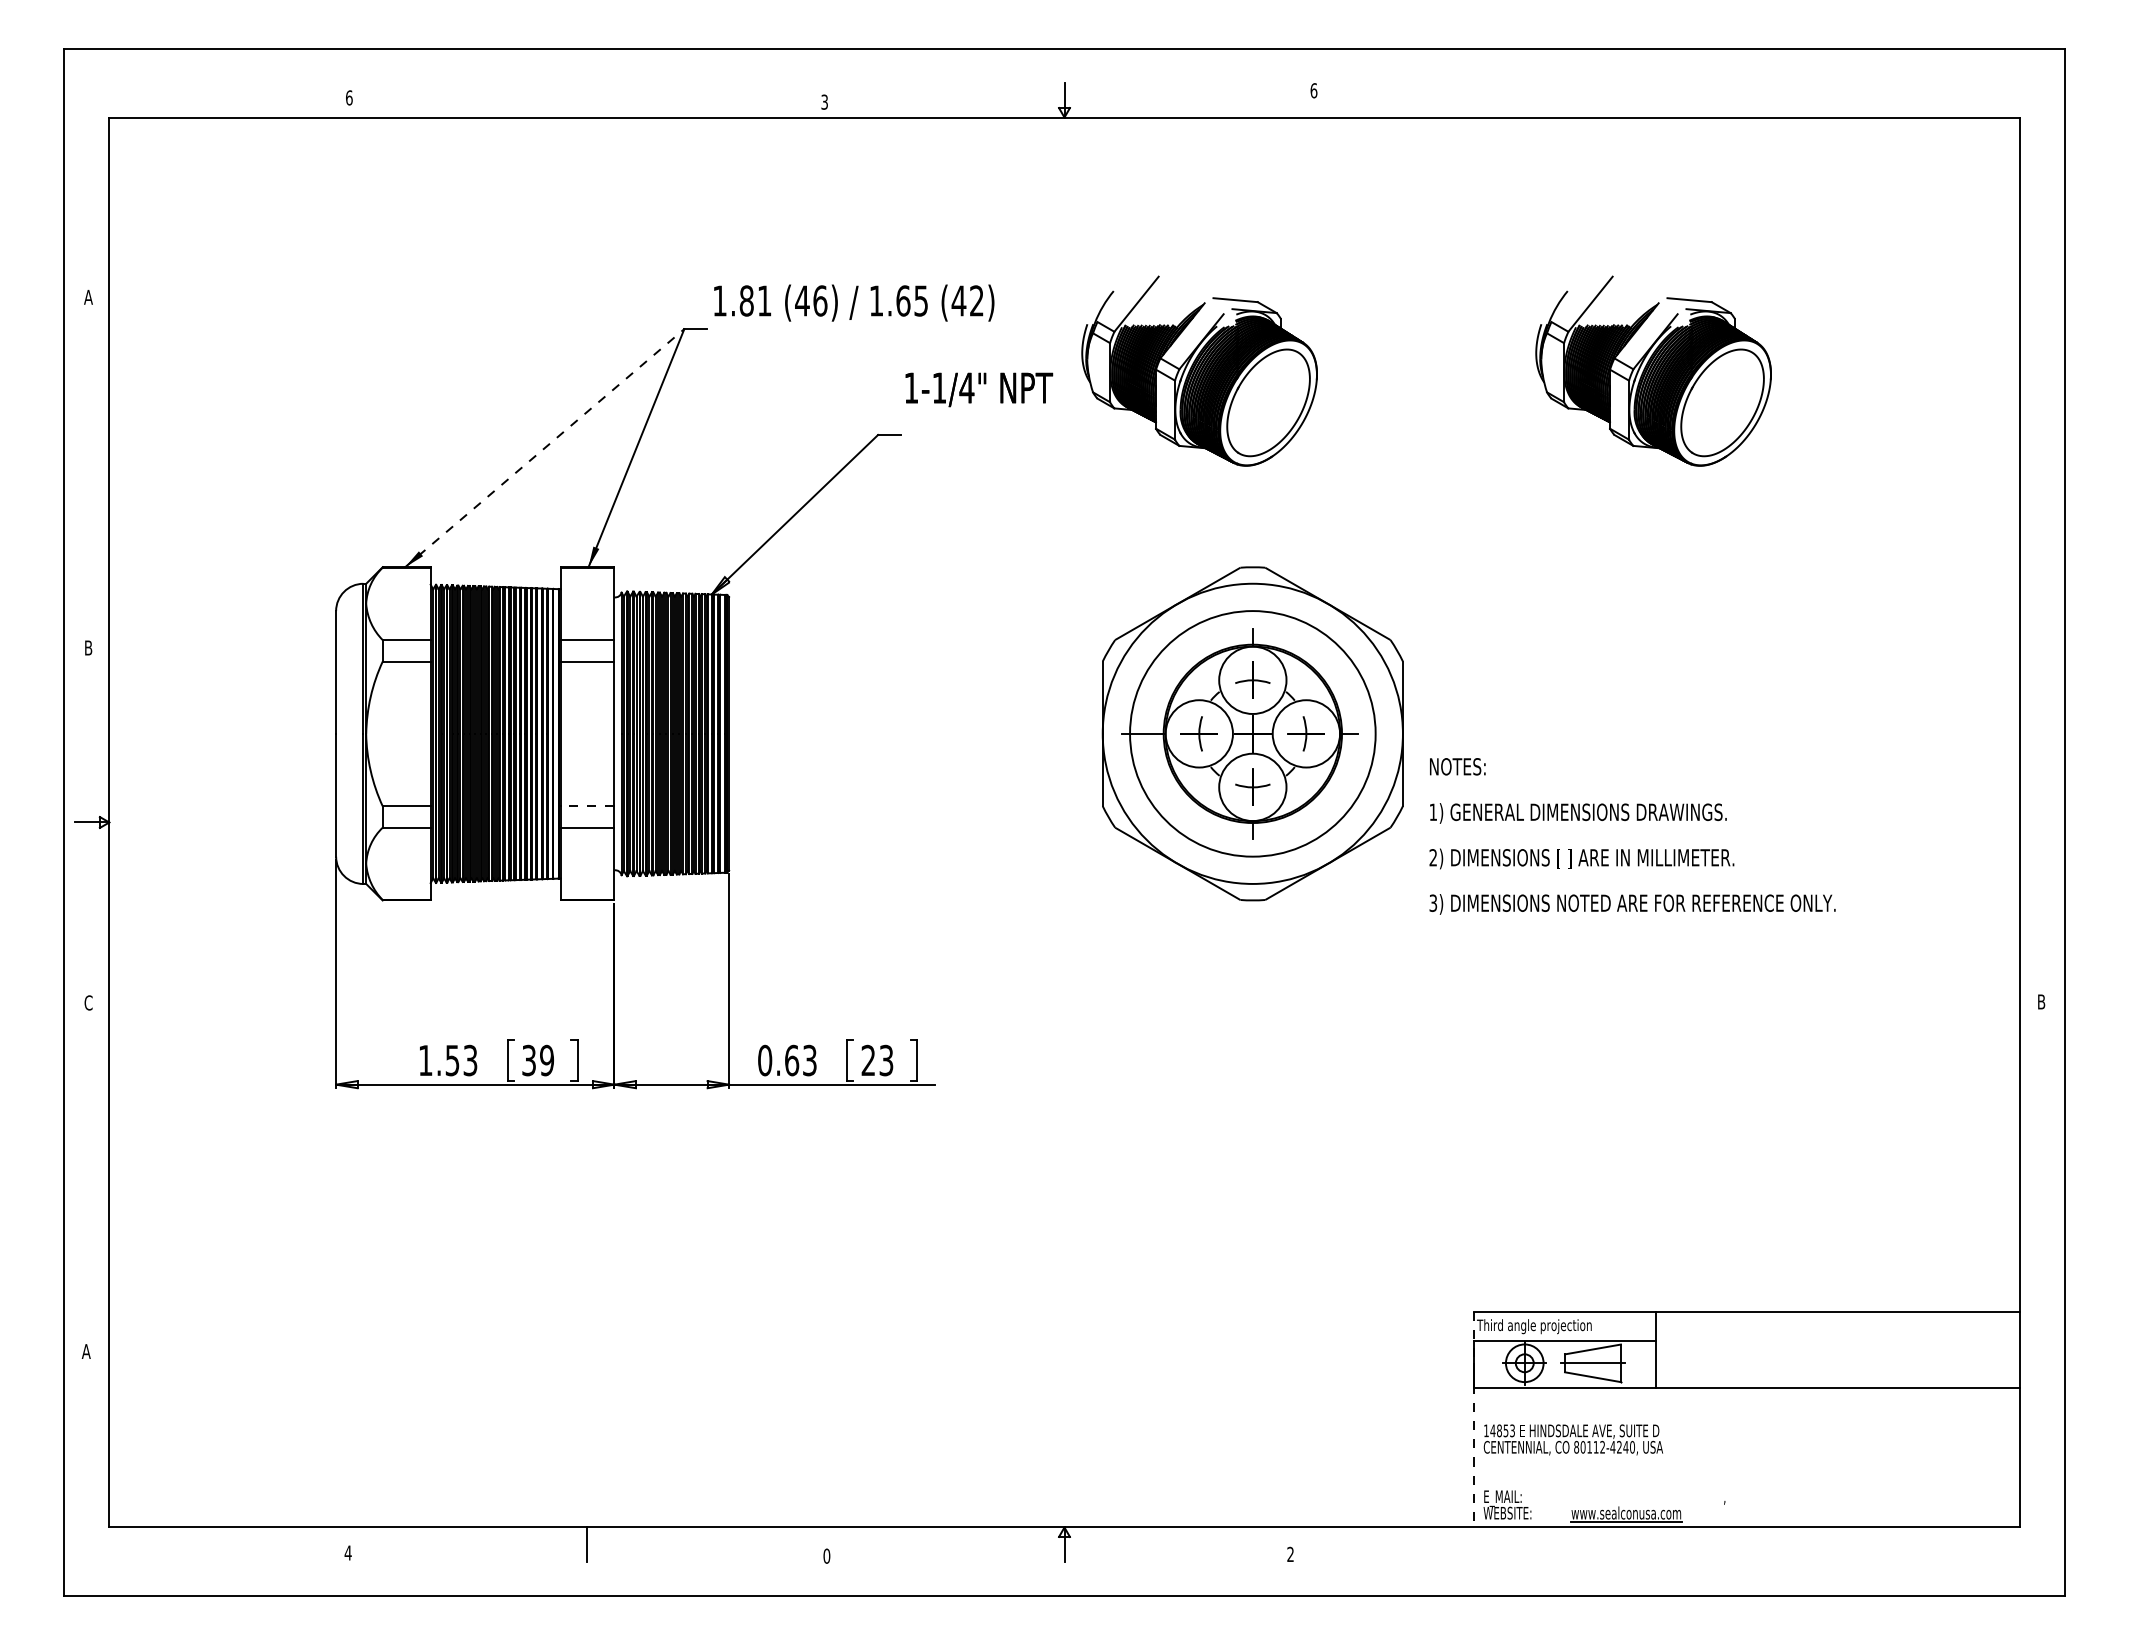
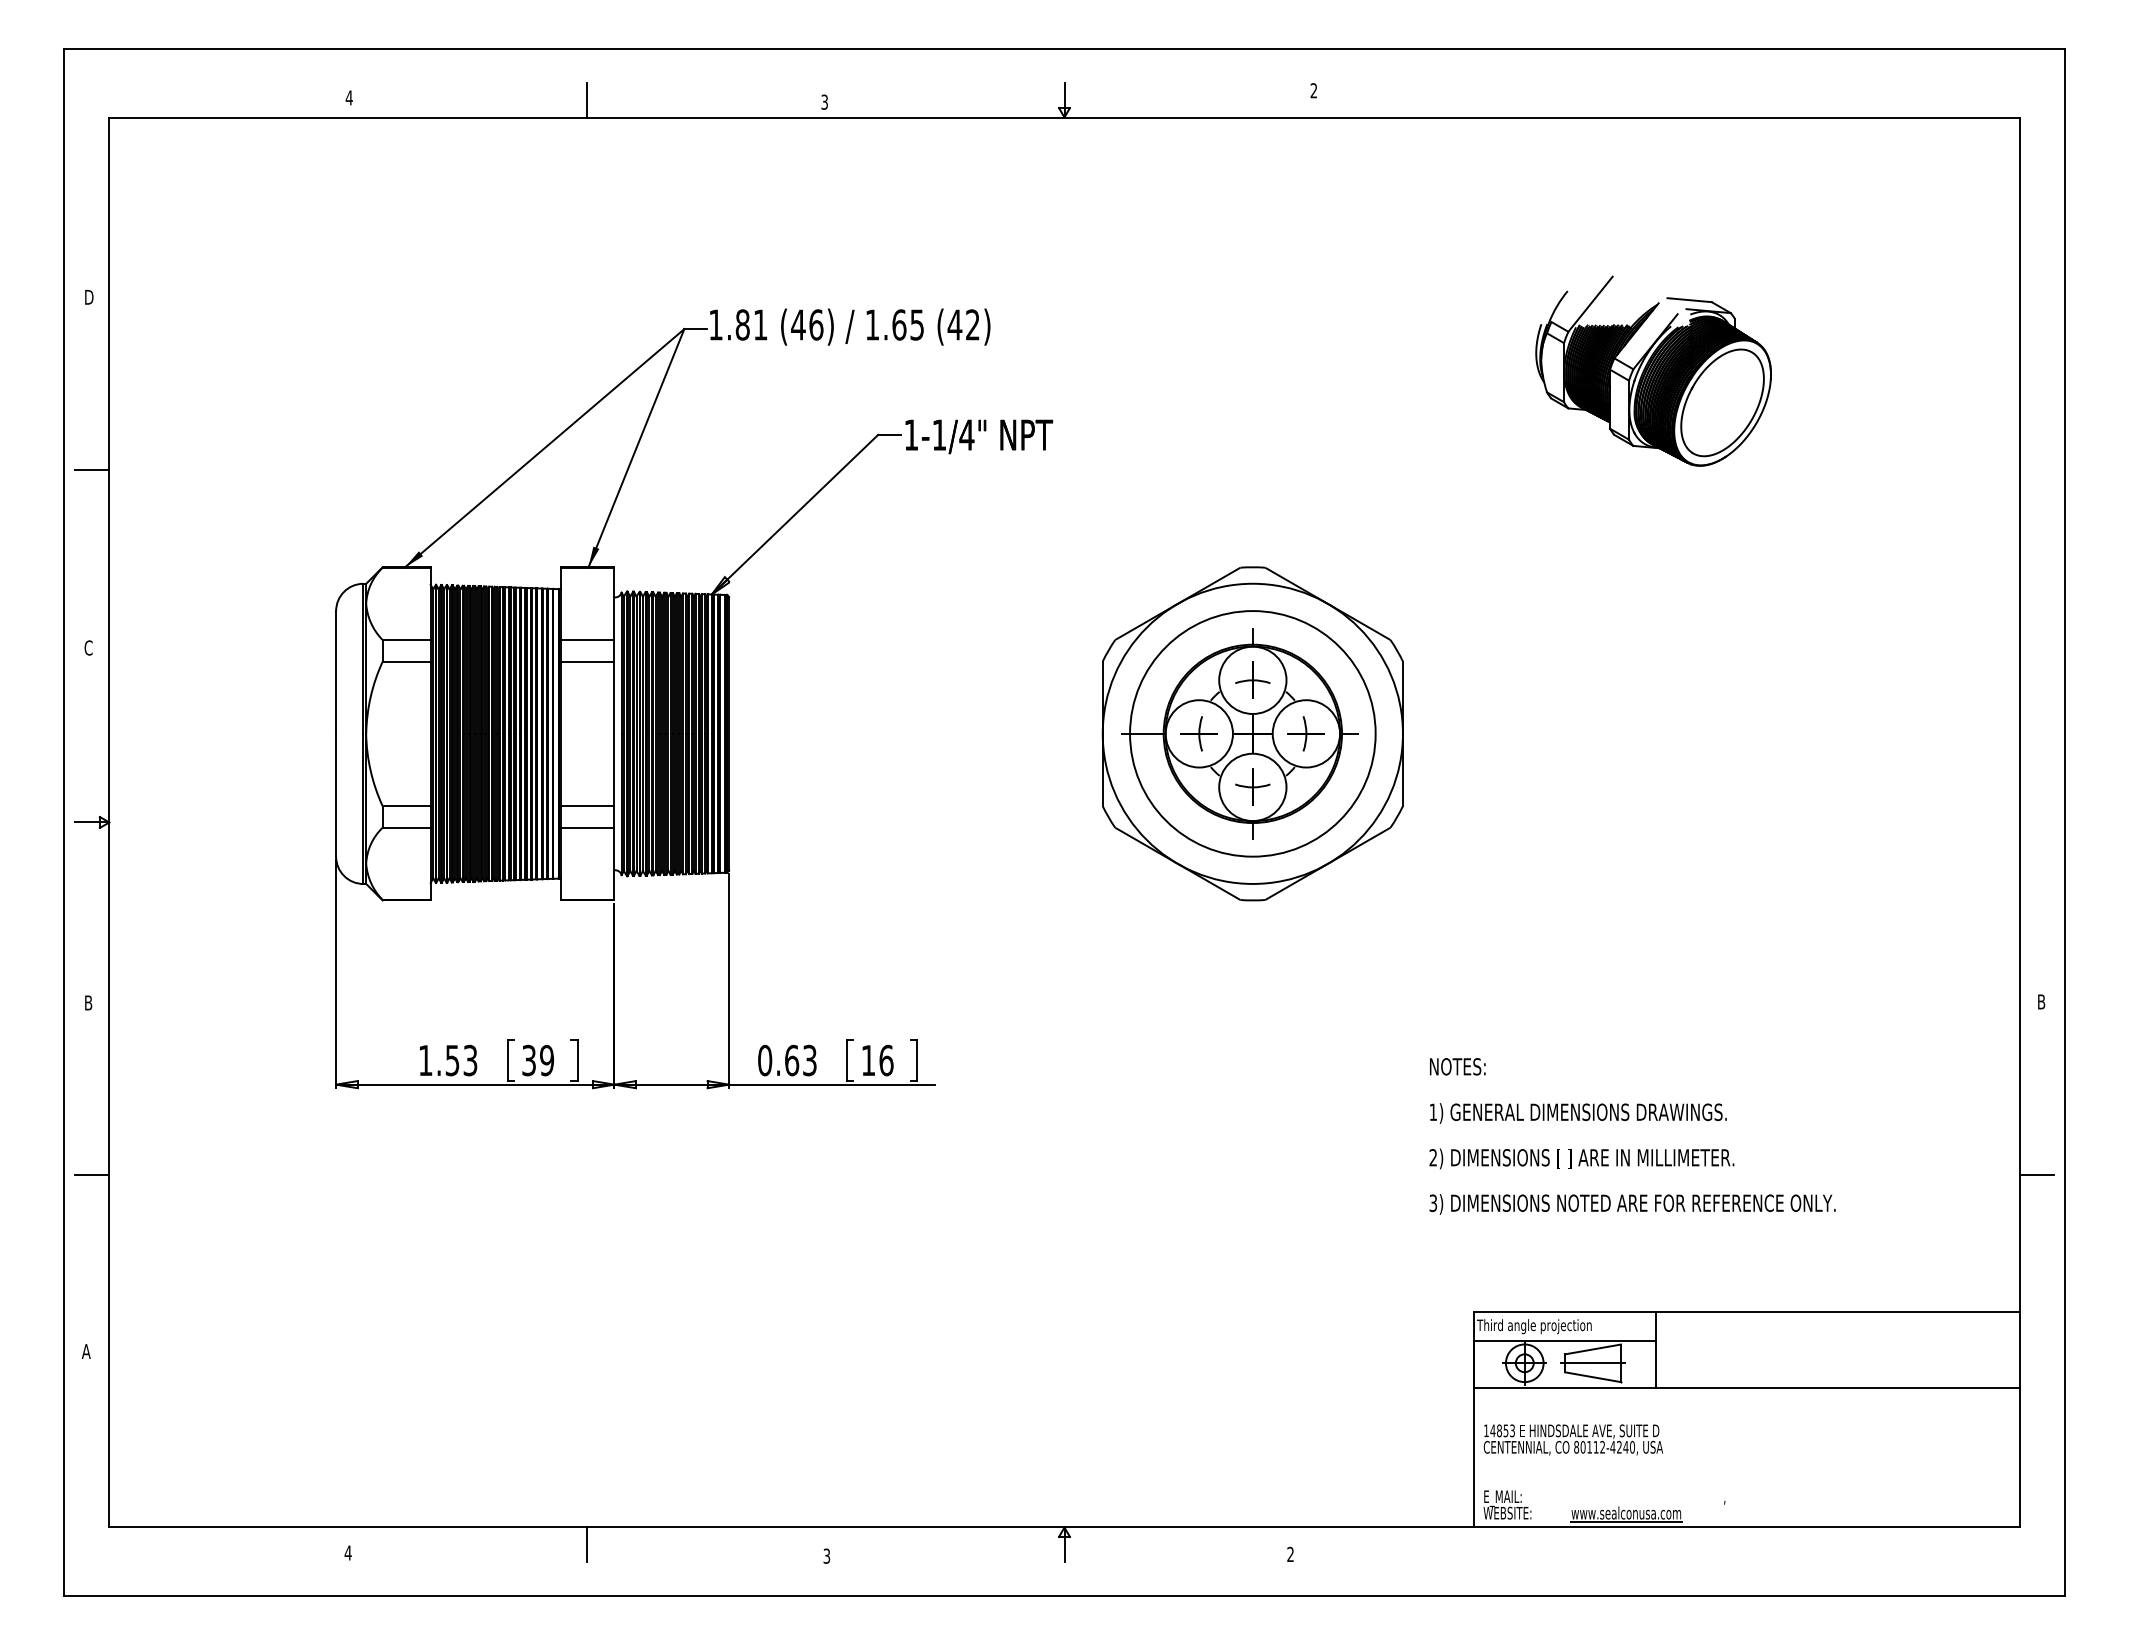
text at (1313, 90): 6 -> 2
text at (348, 97): 6 -> 4
line at (586, 100): none -> present
text at (88, 296): A -> D
text at (854, 302) position: (854, 302) -> (850, 326)
part at (1199, 370): present -> none
text at (979, 389) position: (979, 389) -> (979, 436)
line at (544, 448): dashed -> solid
line at (92, 470): none -> present
text at (88, 647): B -> C
line at (587, 806): dashed -> solid
text at (1632, 836) position: (1632, 836) -> (1632, 1136)
text at (88, 1002): C -> B
text at (877, 1060): 23 -> 16
line at (92, 1174): none -> present
line at (2036, 1174): none -> present
line at (1474, 1419): dashed -> solid
text at (826, 1555): 0 -> 3
